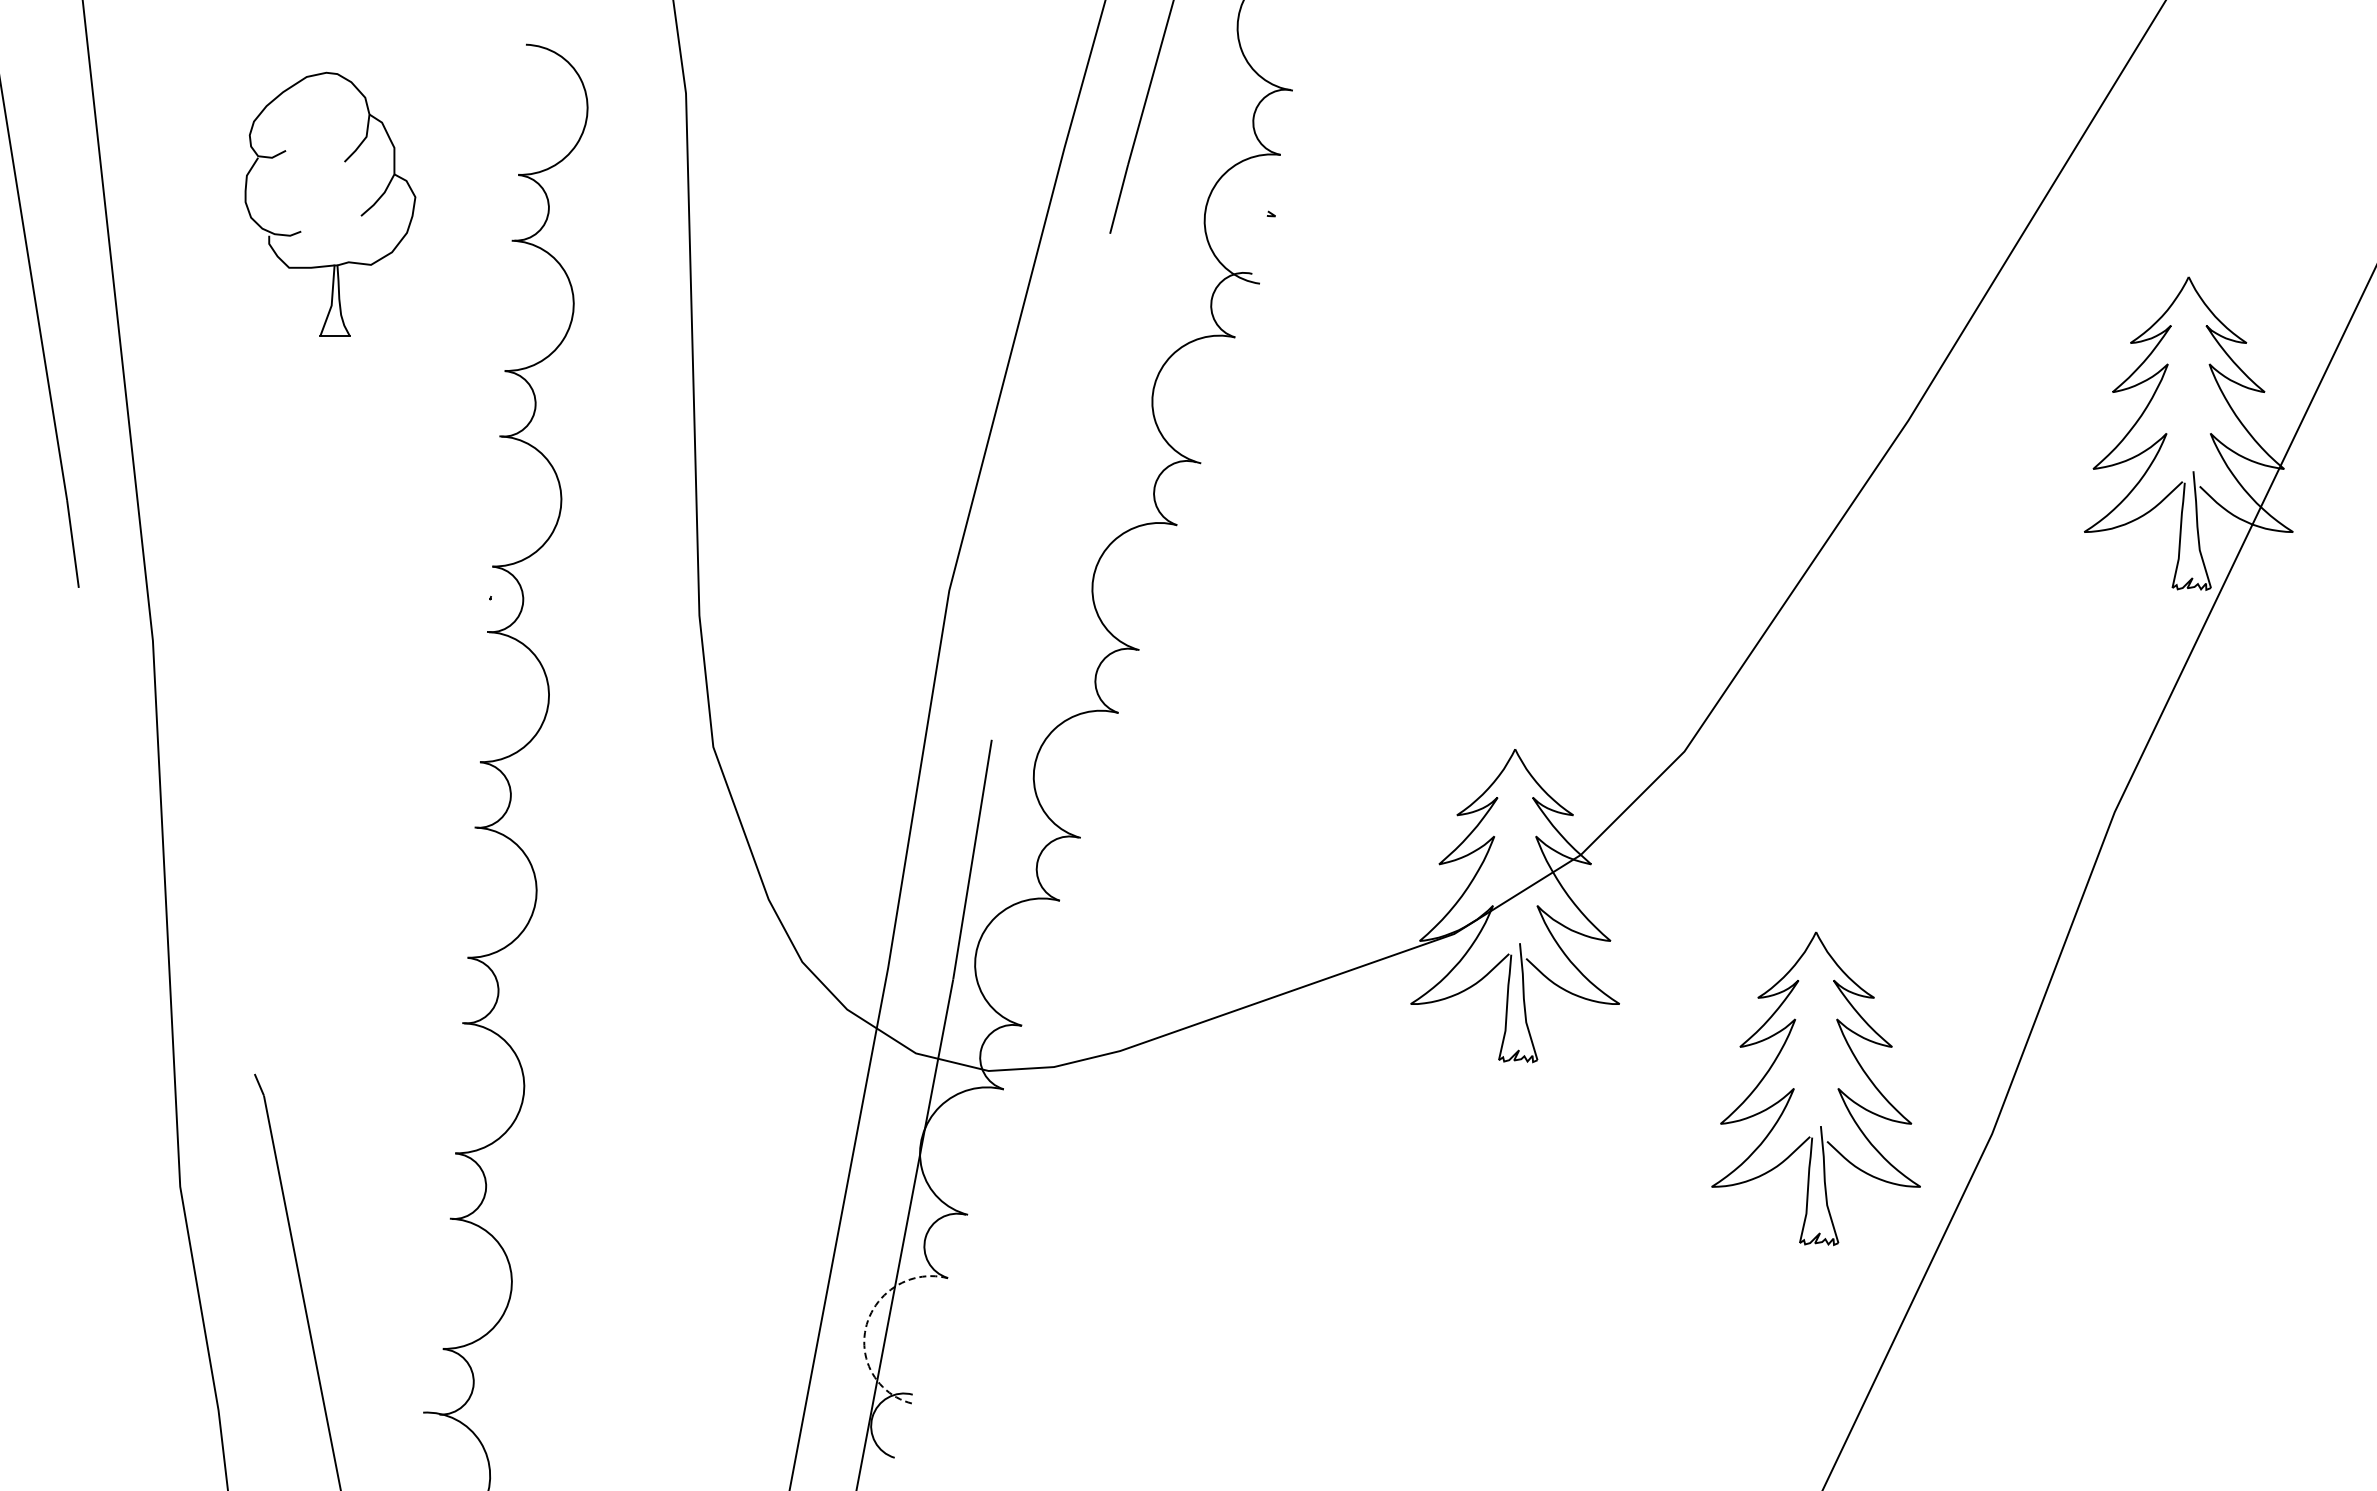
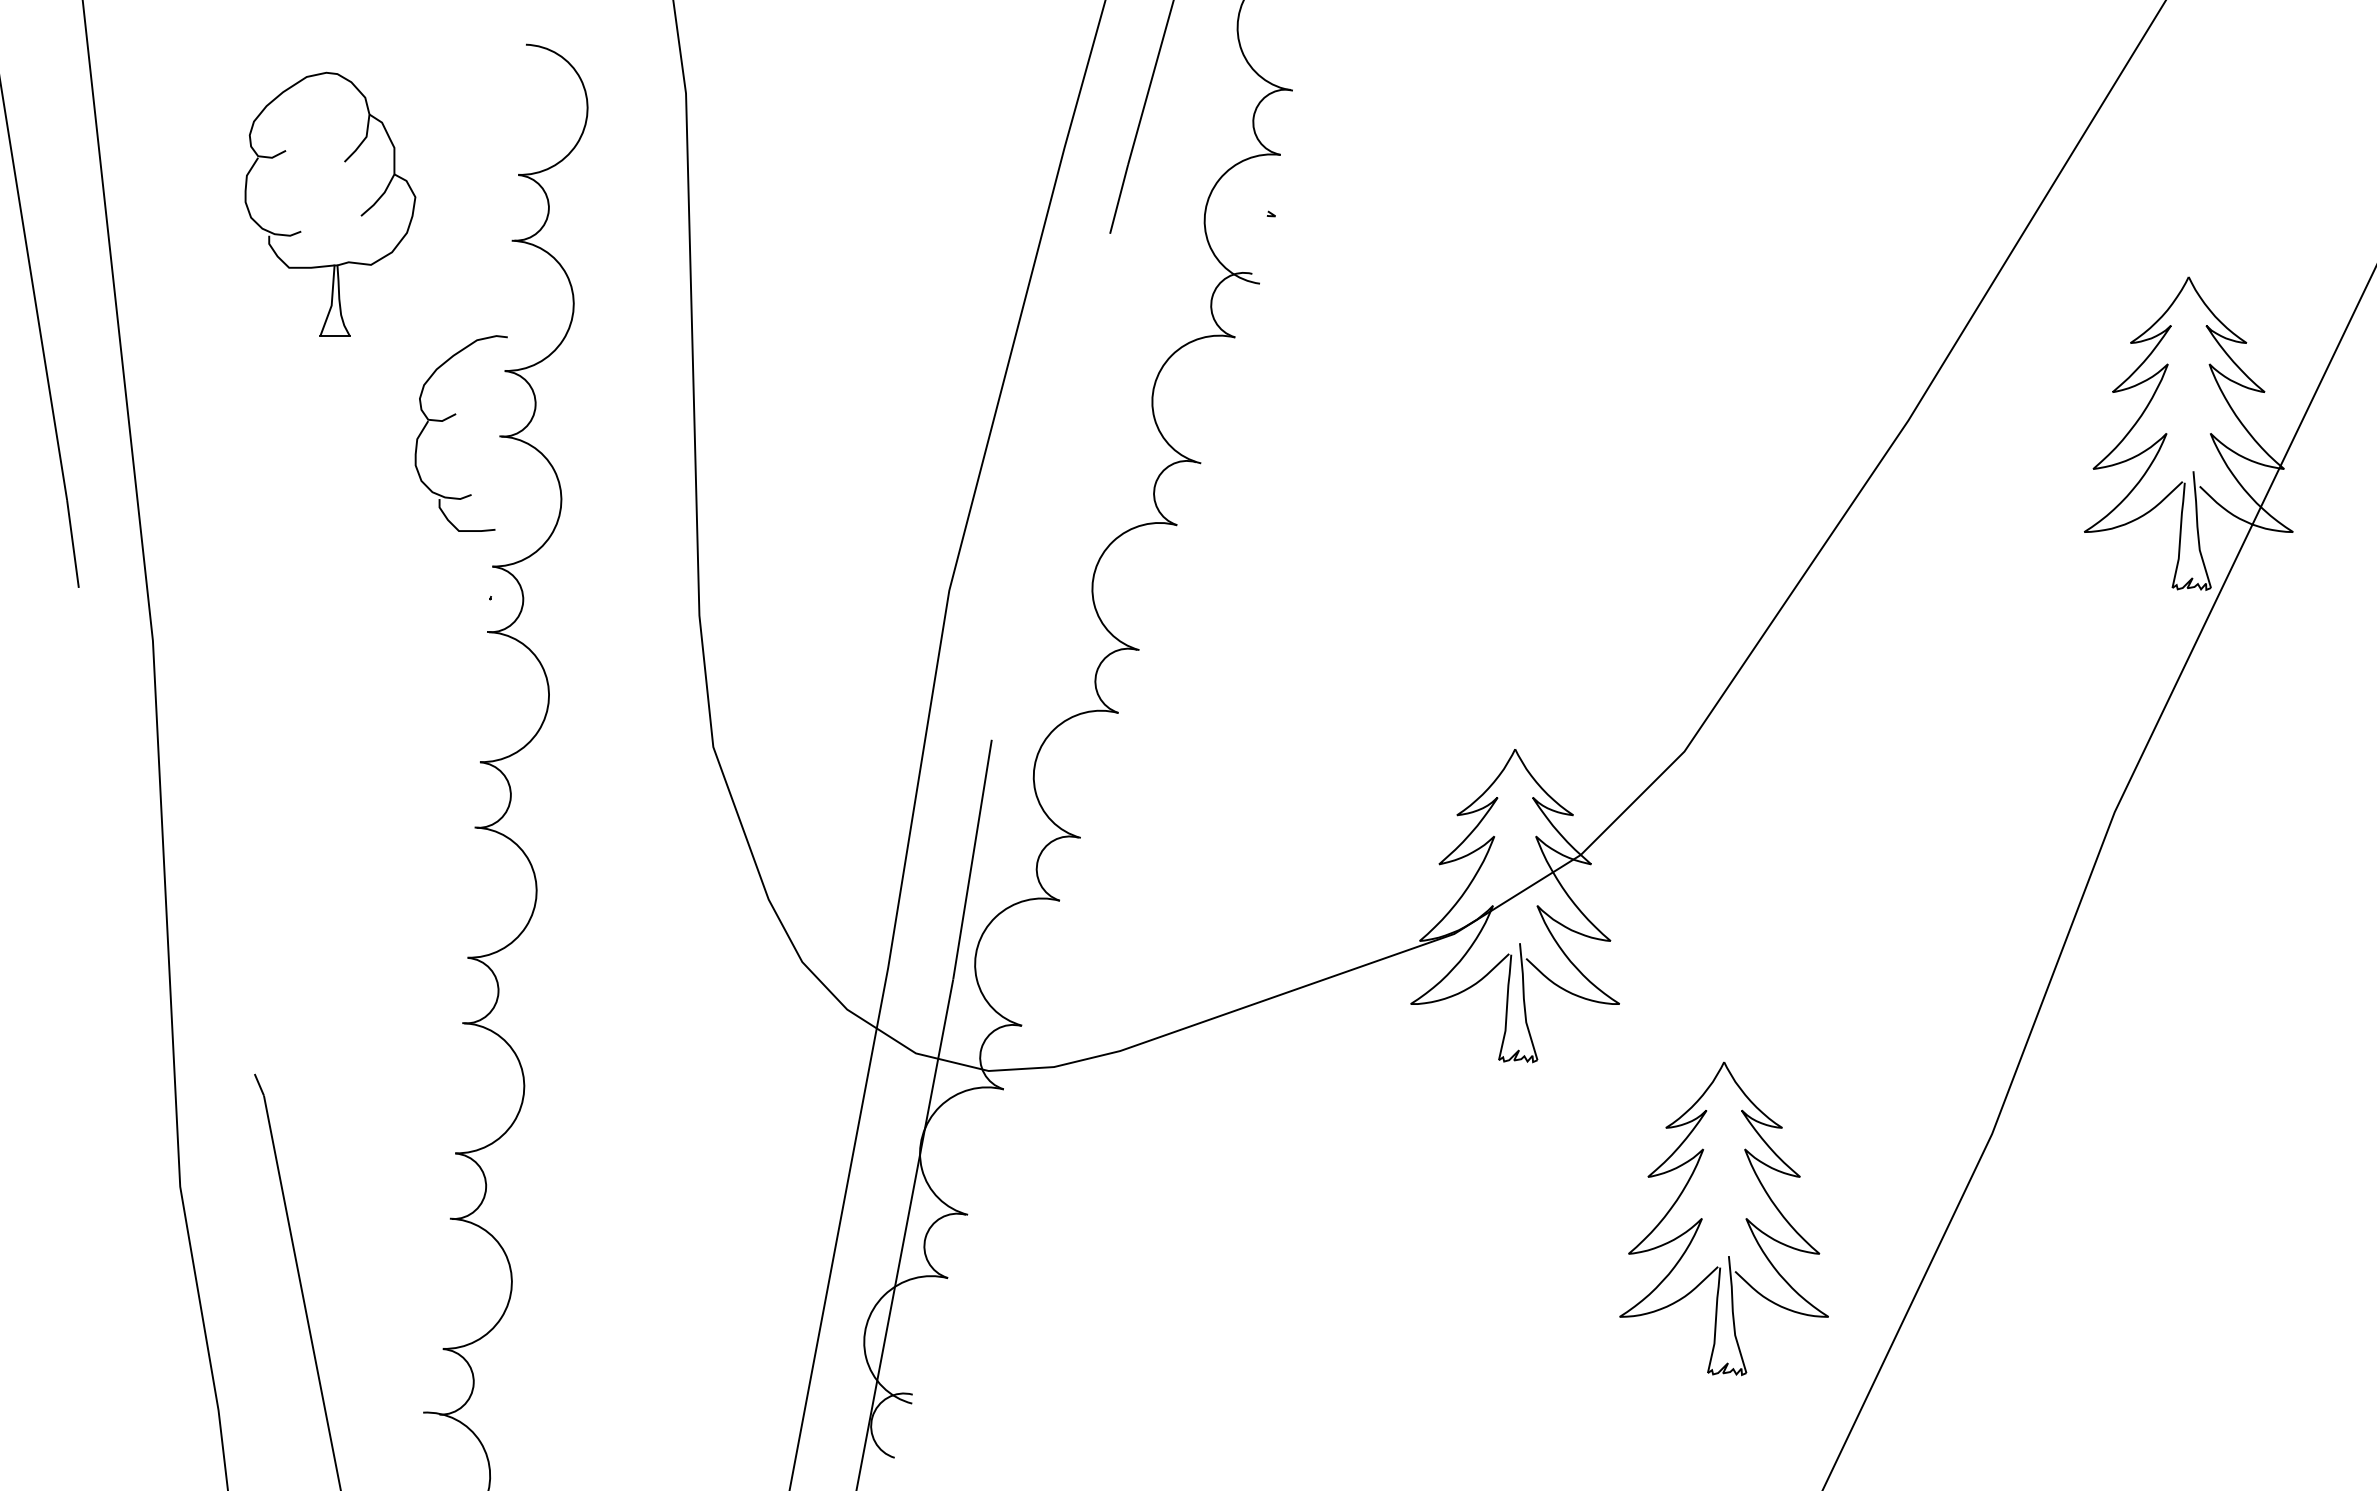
part at (451, 417): none -> present
part at (1794, 1088) position: (1794, 1088) -> (1702, 1218)
arc at (866, 1324): dashed -> solid
